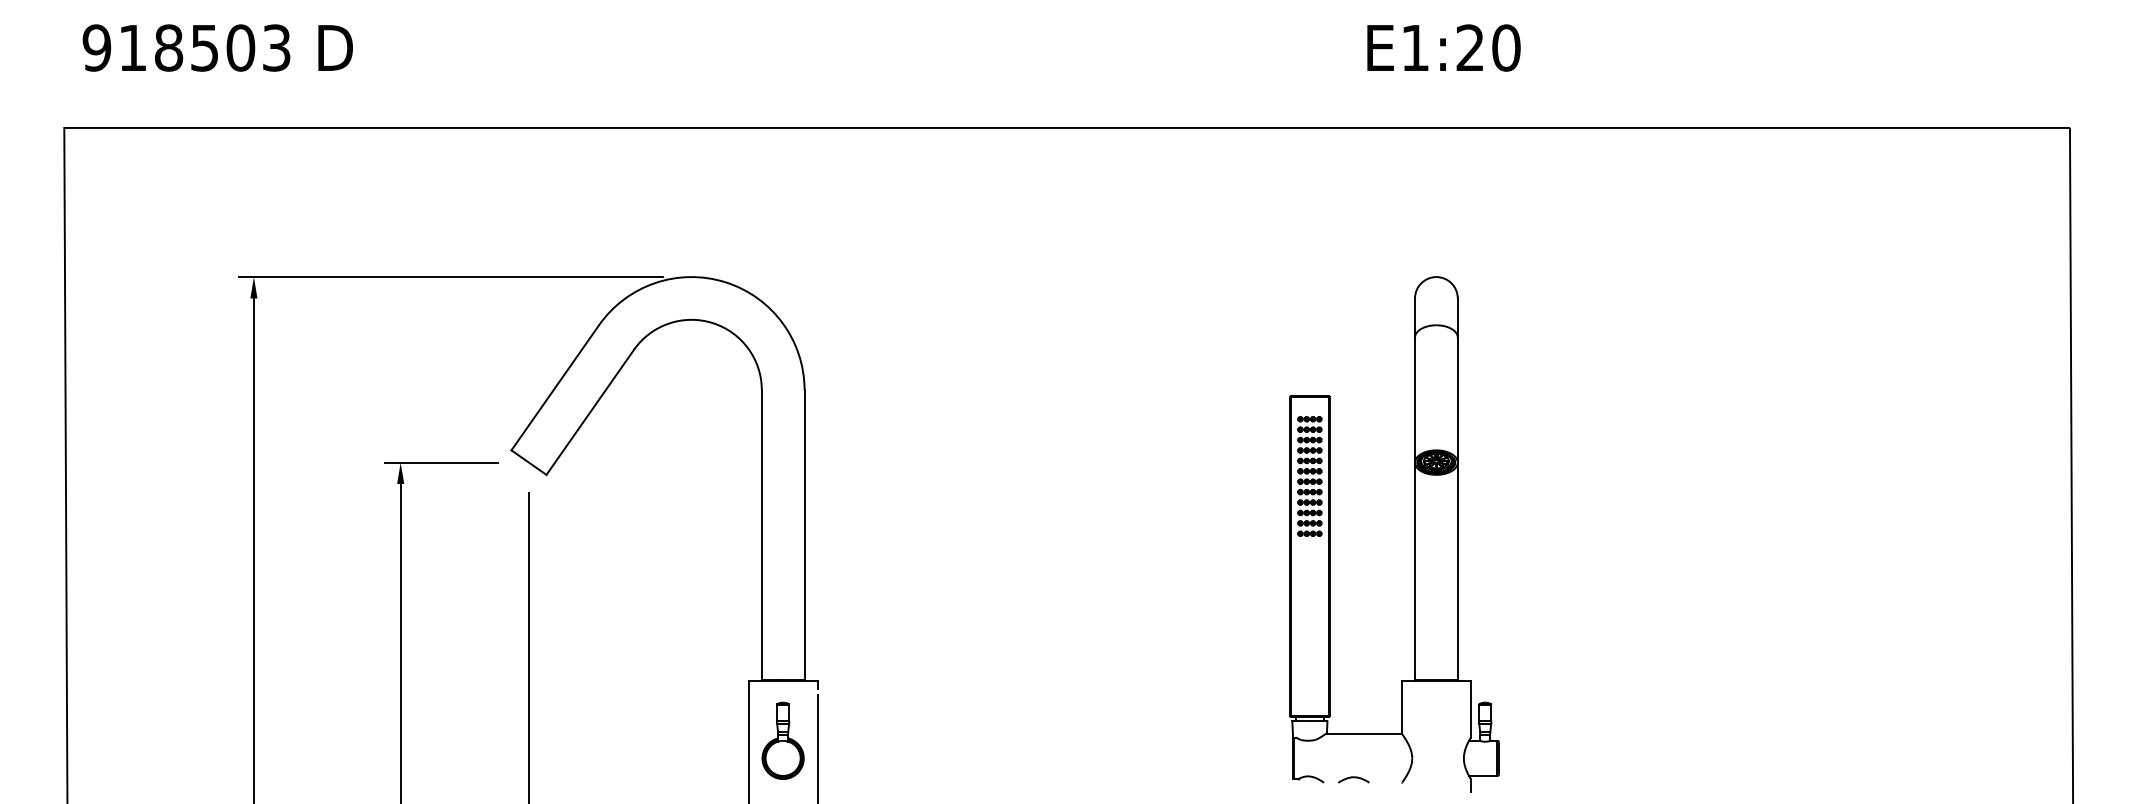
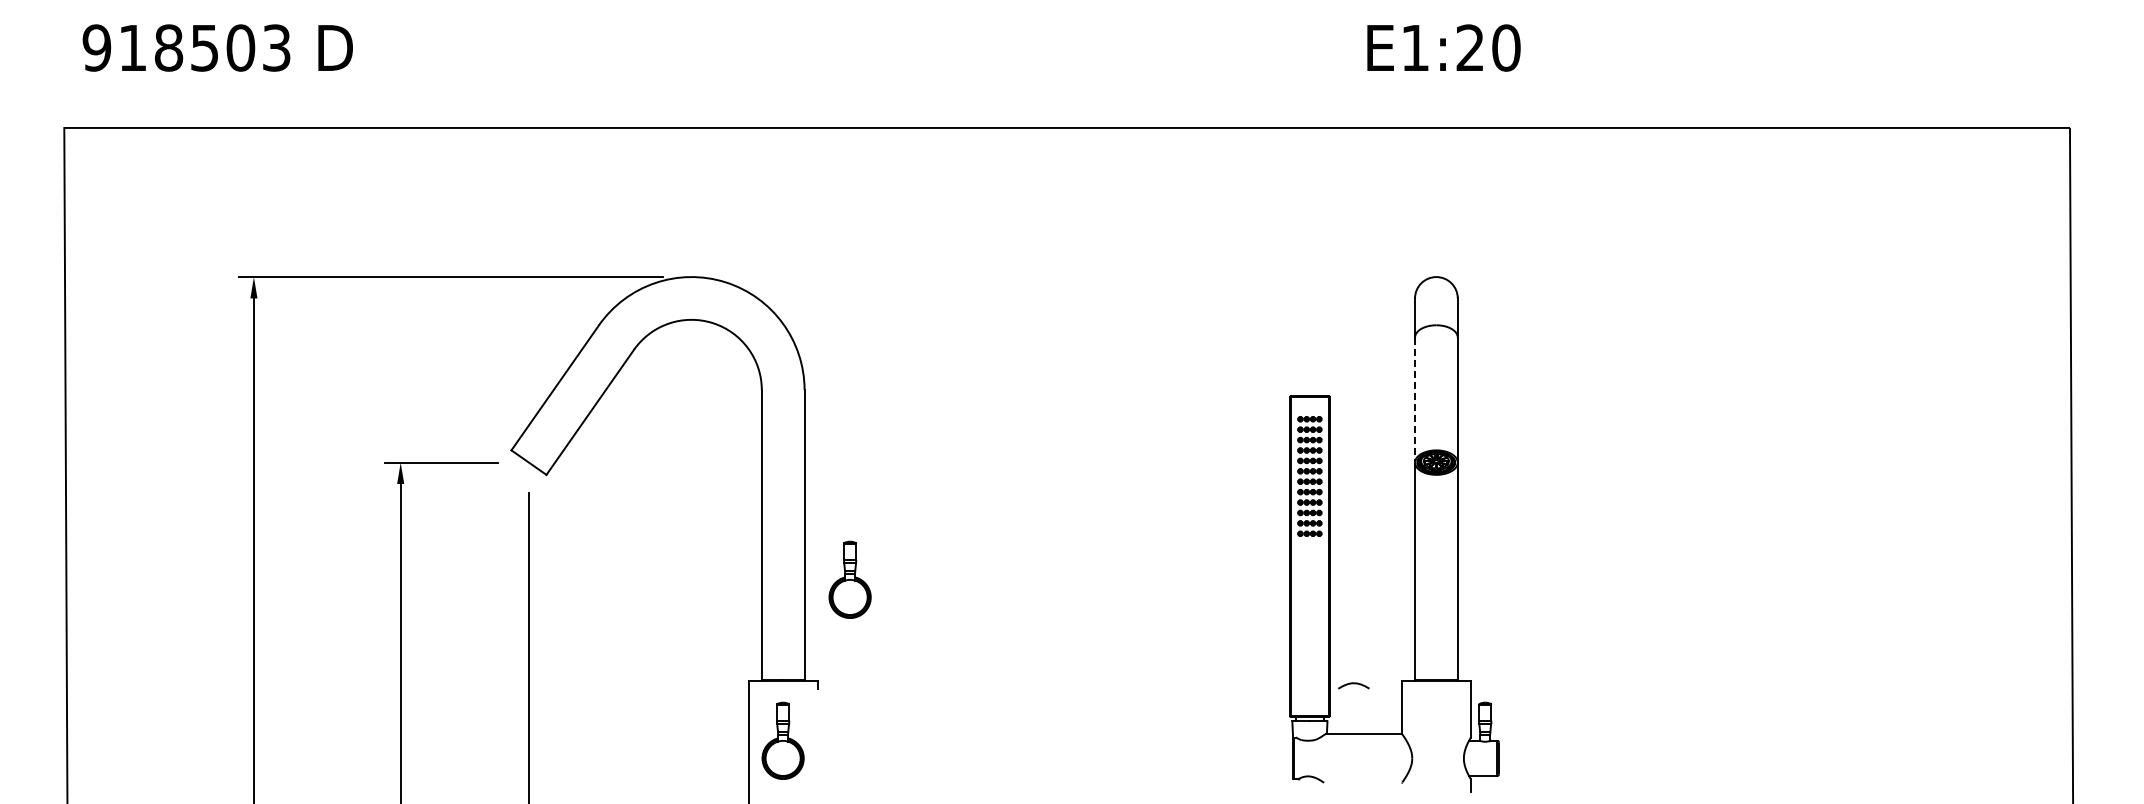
line at (1415, 400): solid -> dashed
part at (849, 579): none -> present
line at (817, 747): present -> none
curve at (1353, 778) position: (1353, 778) -> (1353, 684)
